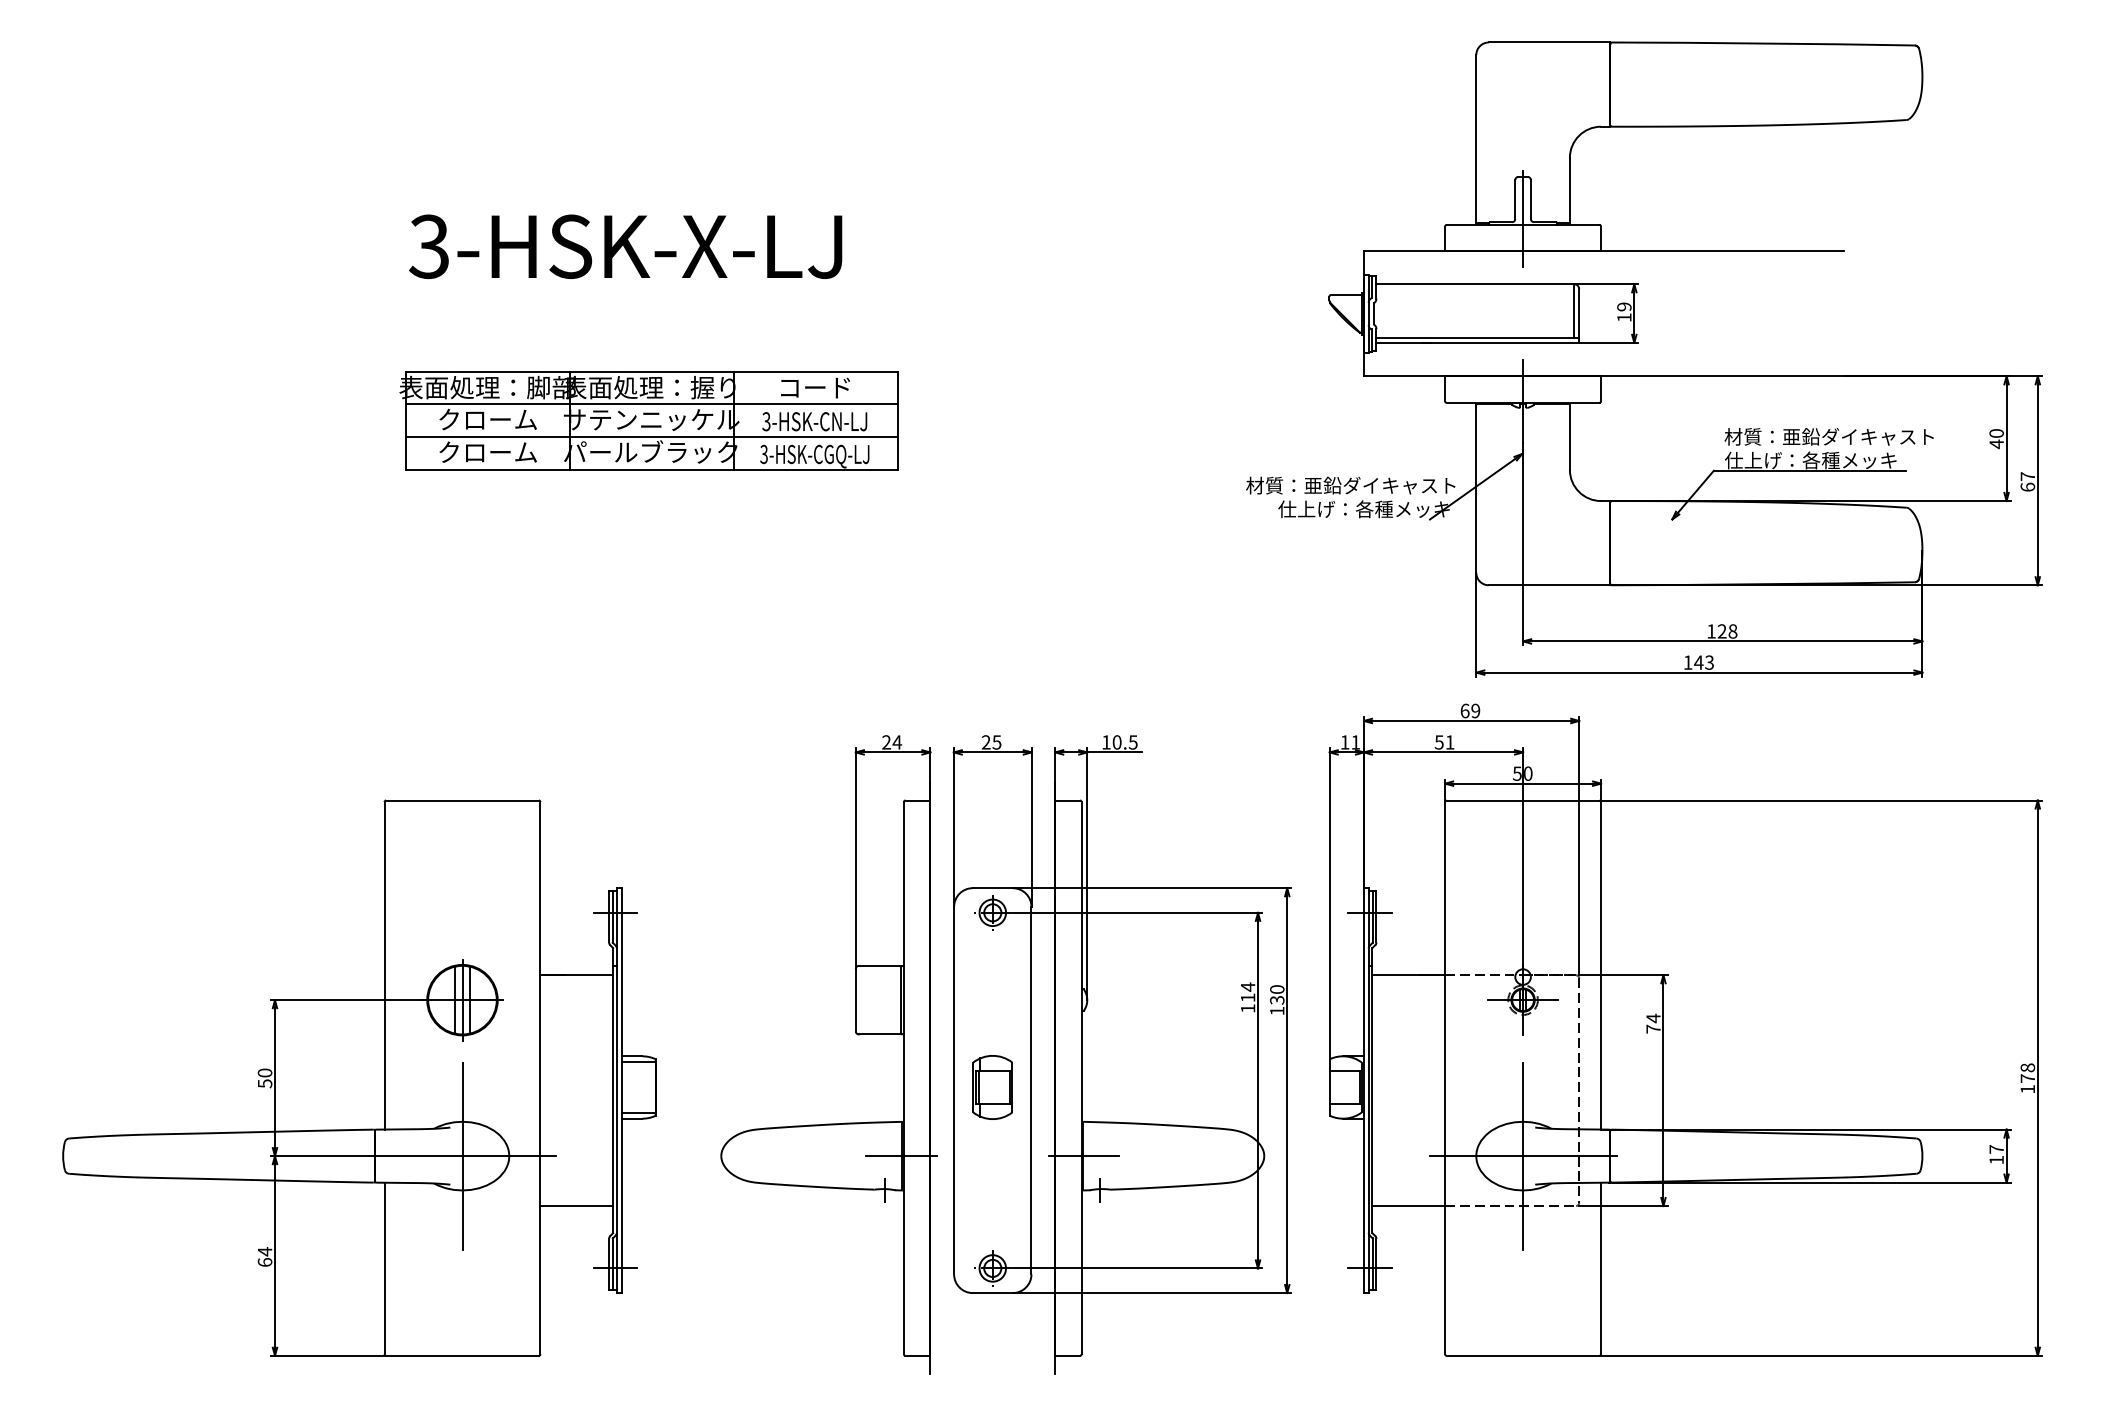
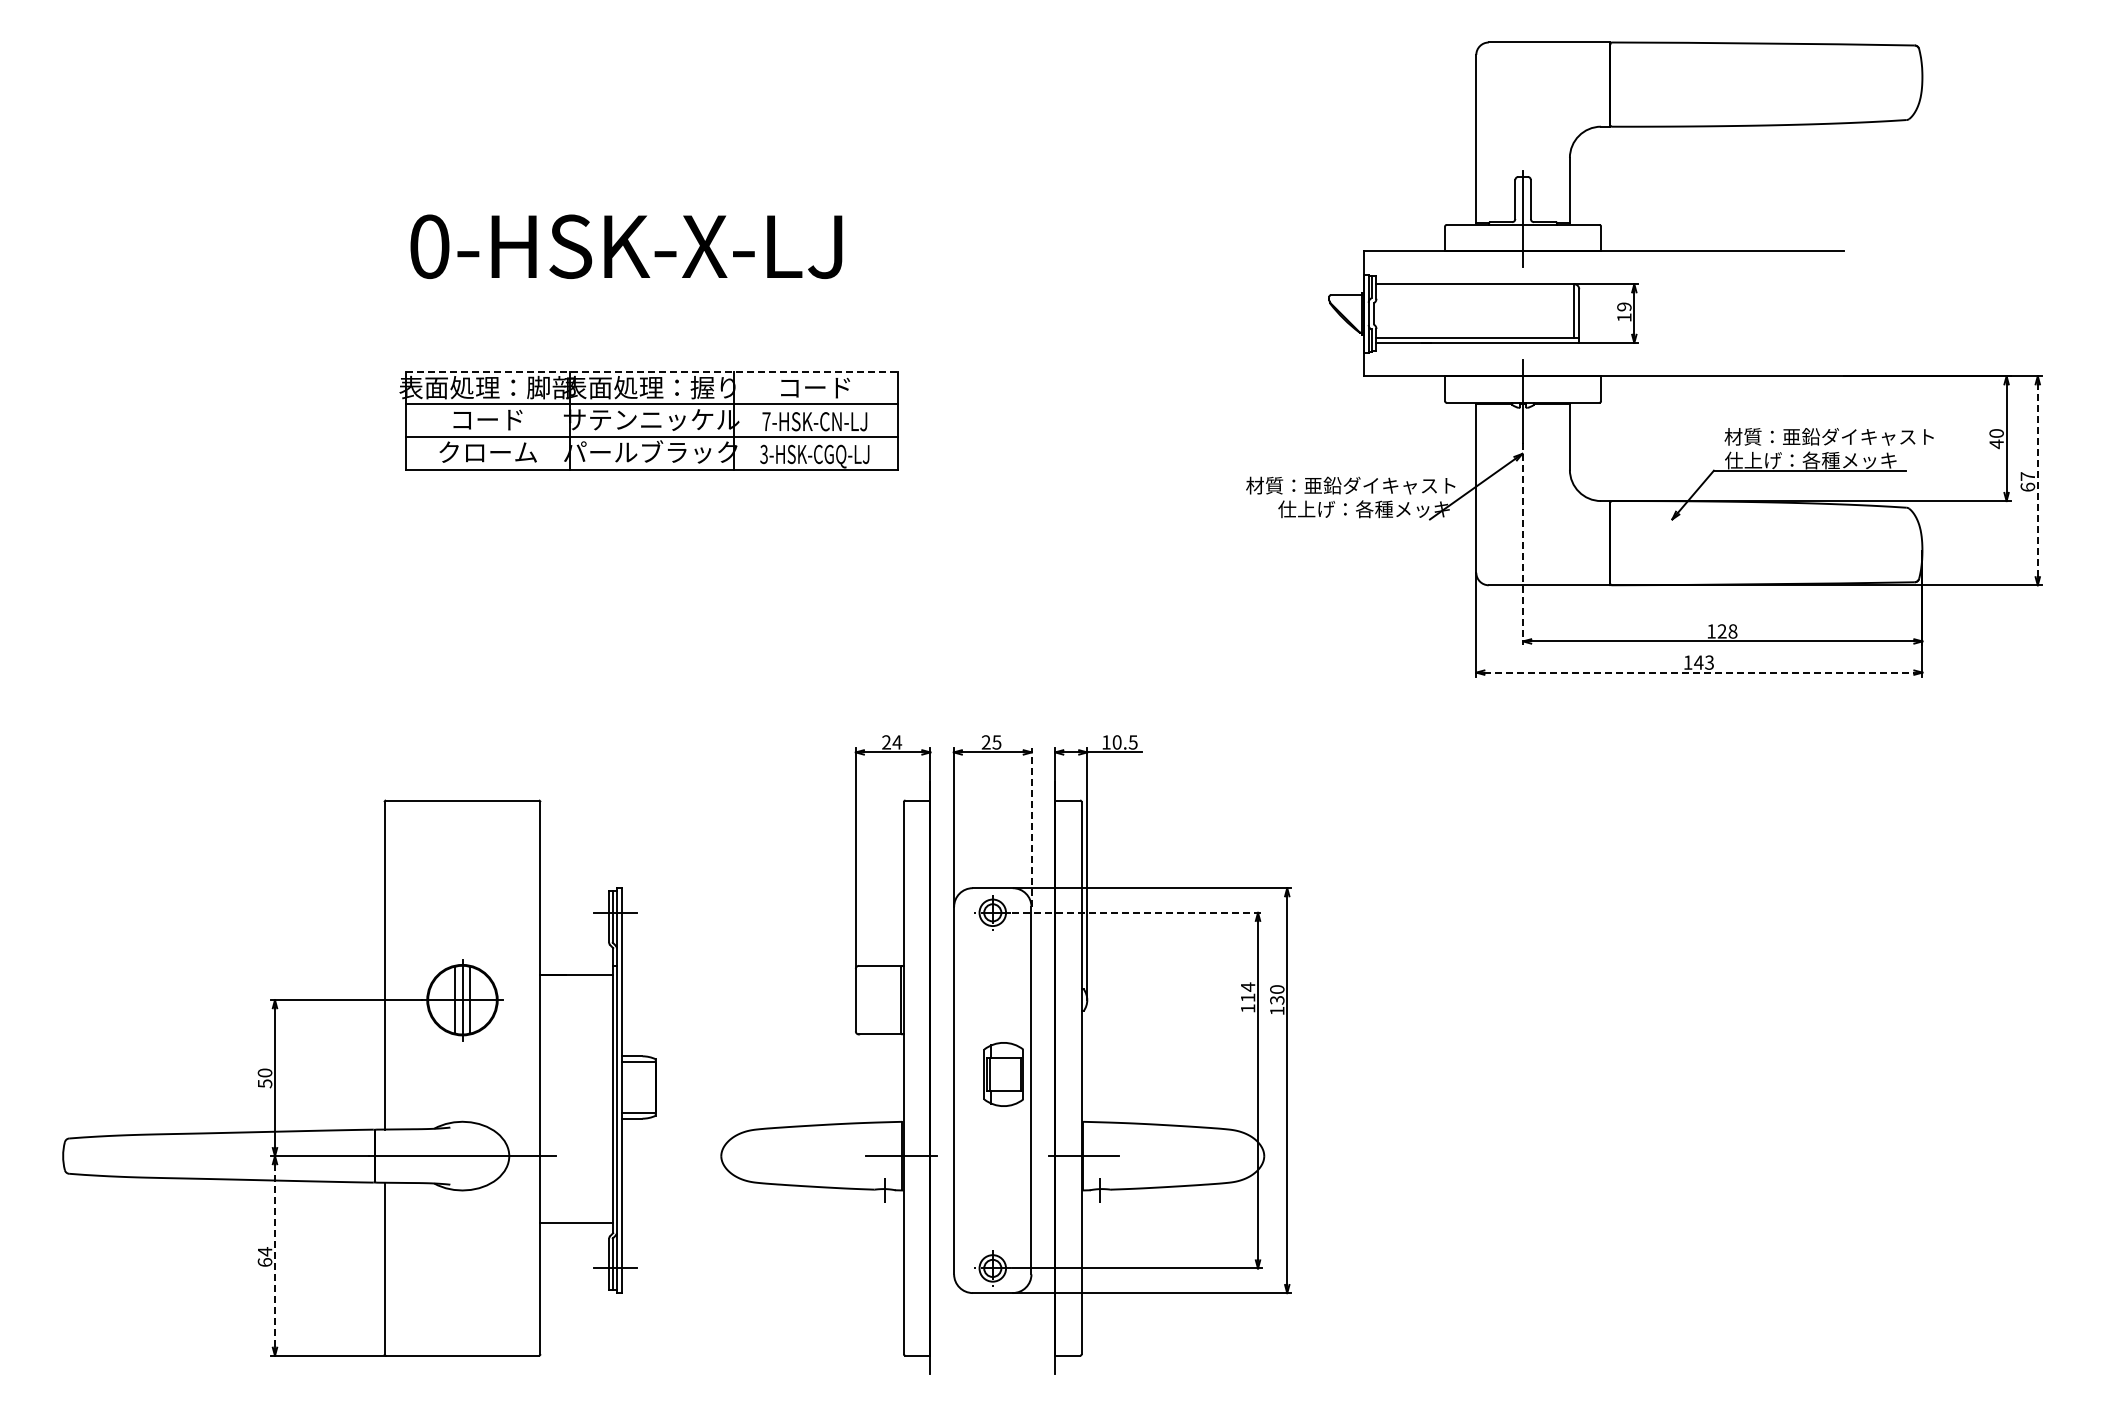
text at (429, 246): 3-HSK-X-LJ -> 0-HSK-X-LJ
line at (652, 371): solid -> dashed
text at (487, 419): クローム -> コード
text at (766, 421): 3-HSK-CN-LJ -> 7-HSK-CN-LJ
line at (2037, 480): solid -> dashed
line at (1523, 544): solid -> dashed
line at (1699, 672): solid -> dashed
line at (1031, 826): solid -> dashed
line at (1137, 912): solid -> dashed
part at (1685, 1029): present -> none
part at (992, 1087) position: (992, 1087) -> (1003, 1074)
line at (462, 1155): present -> none
line at (576, 1206) position: (576, 1206) -> (576, 1223)
line at (275, 1255): solid -> dashed
